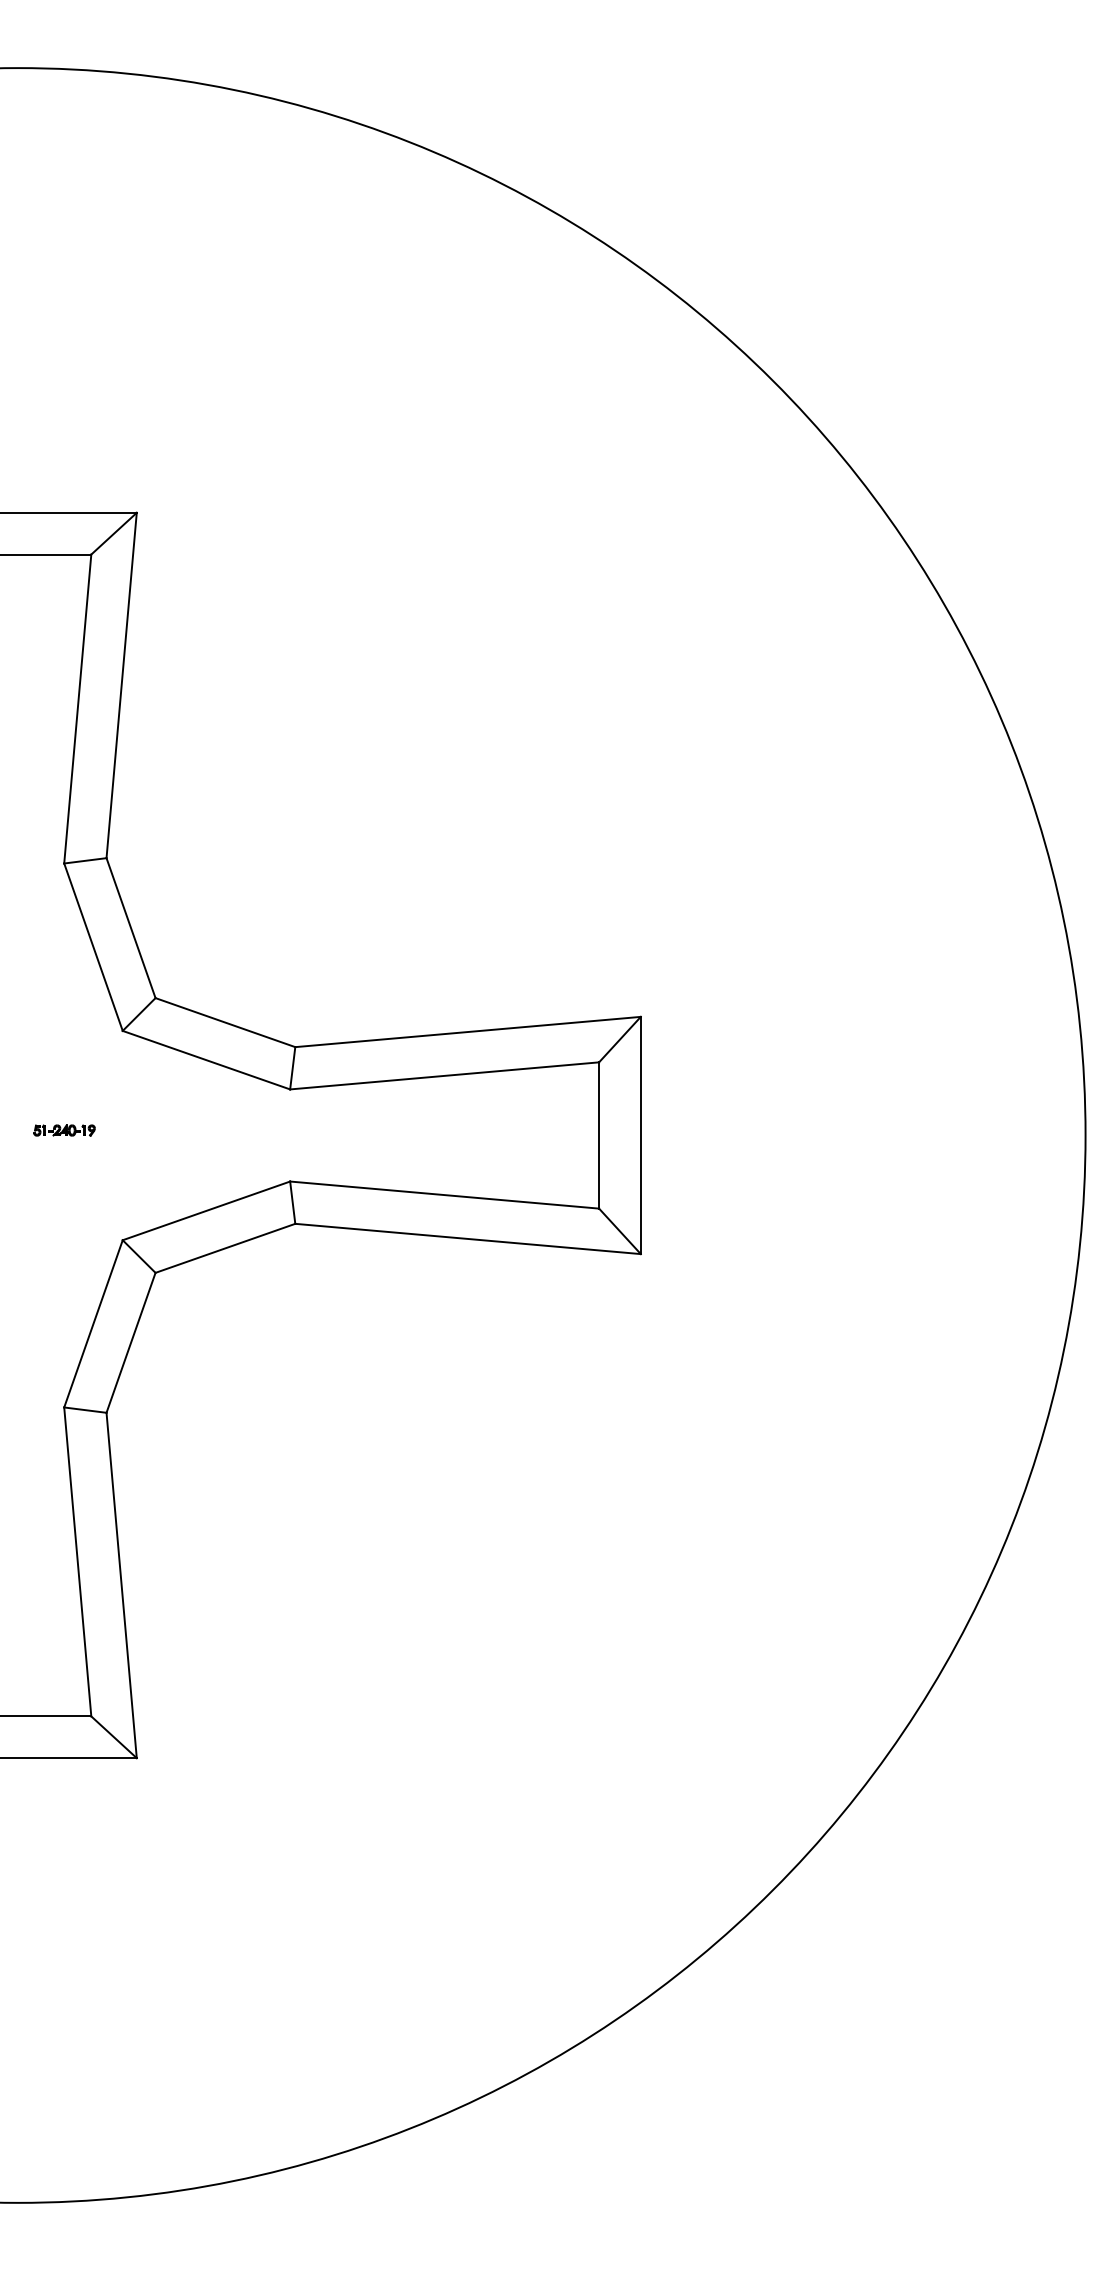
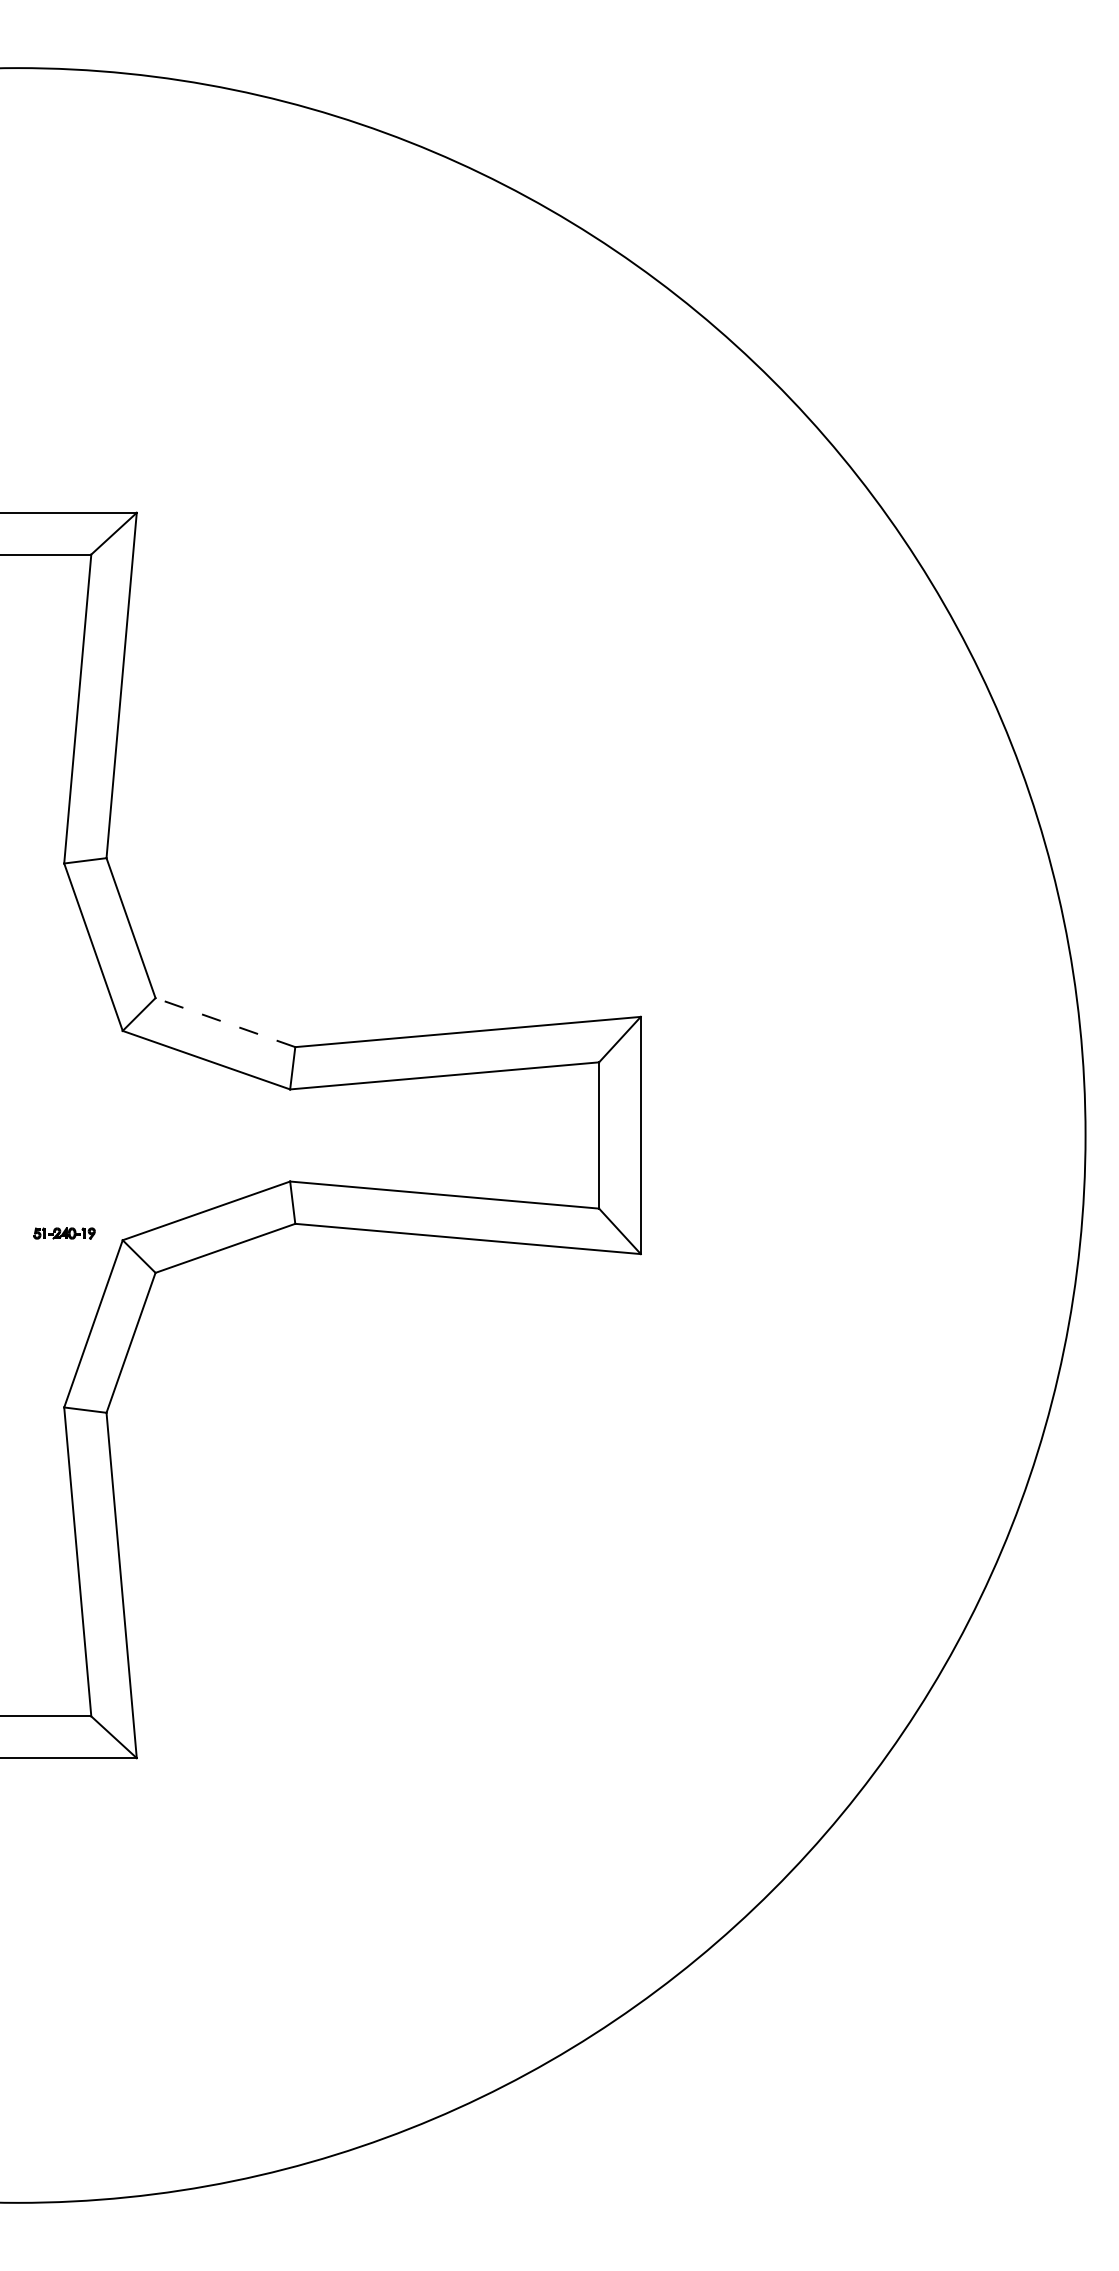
line at (224, 1022): solid -> dashed
part at (64, 1130) position: (64, 1130) -> (64, 1233)
